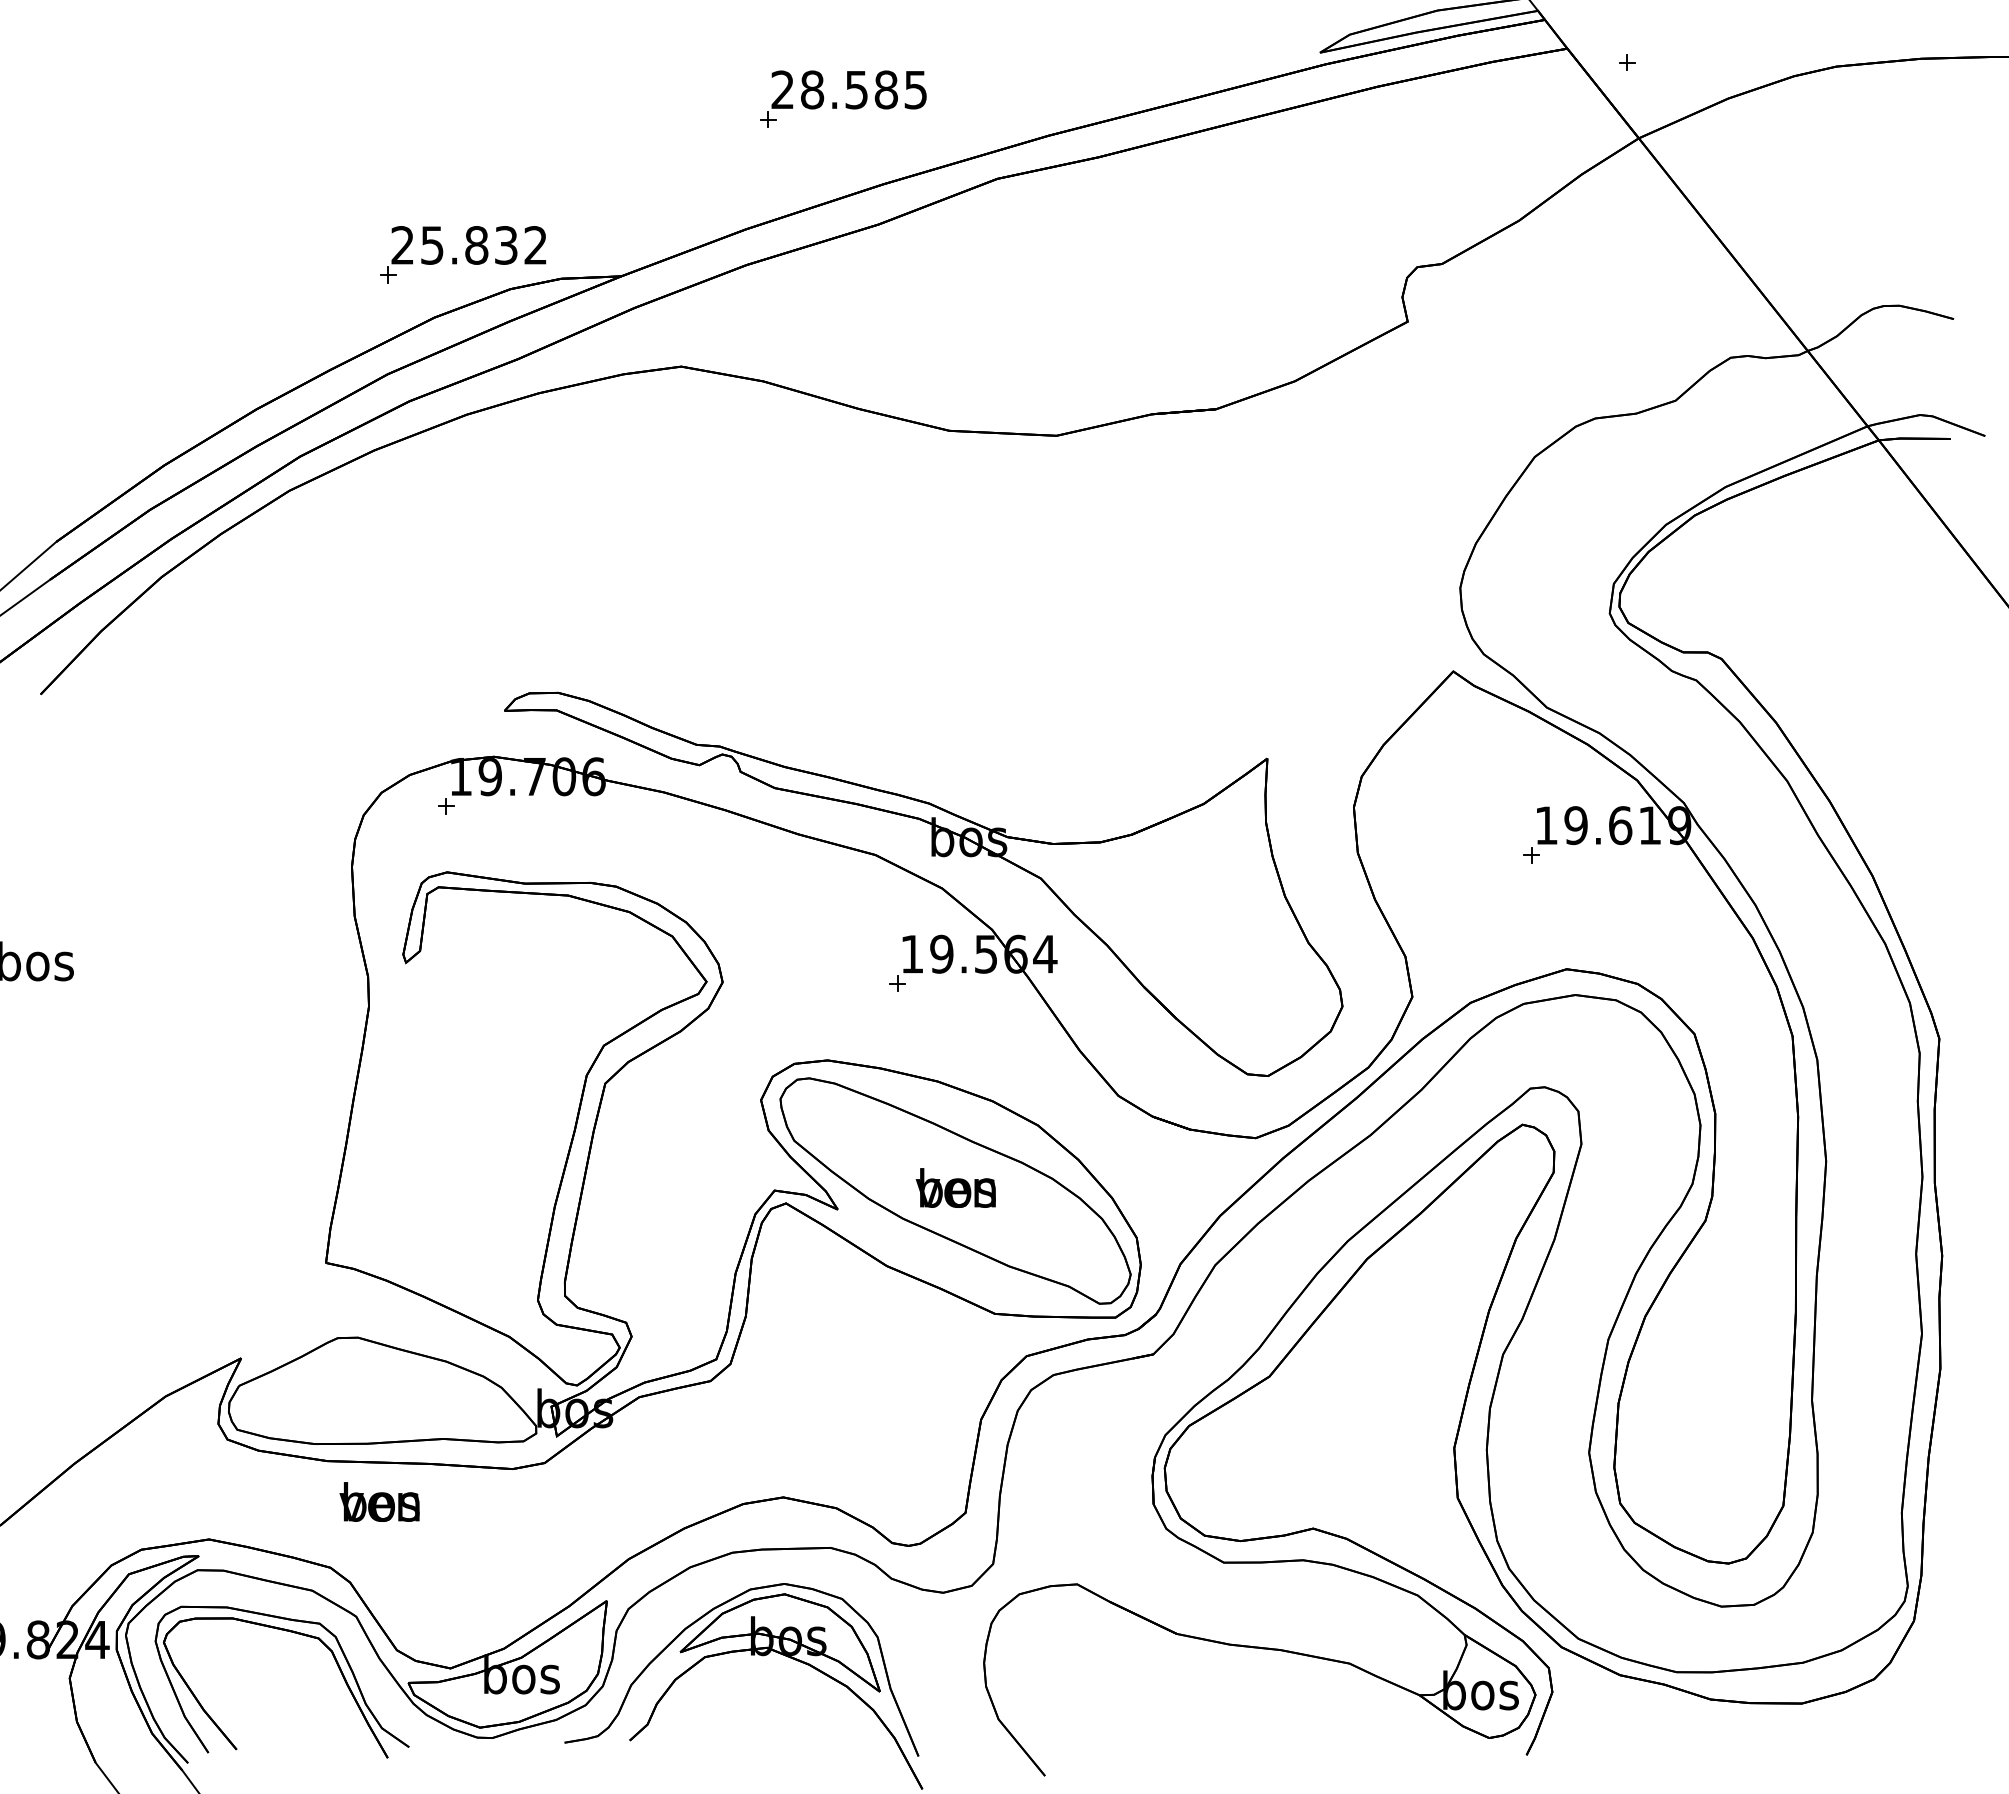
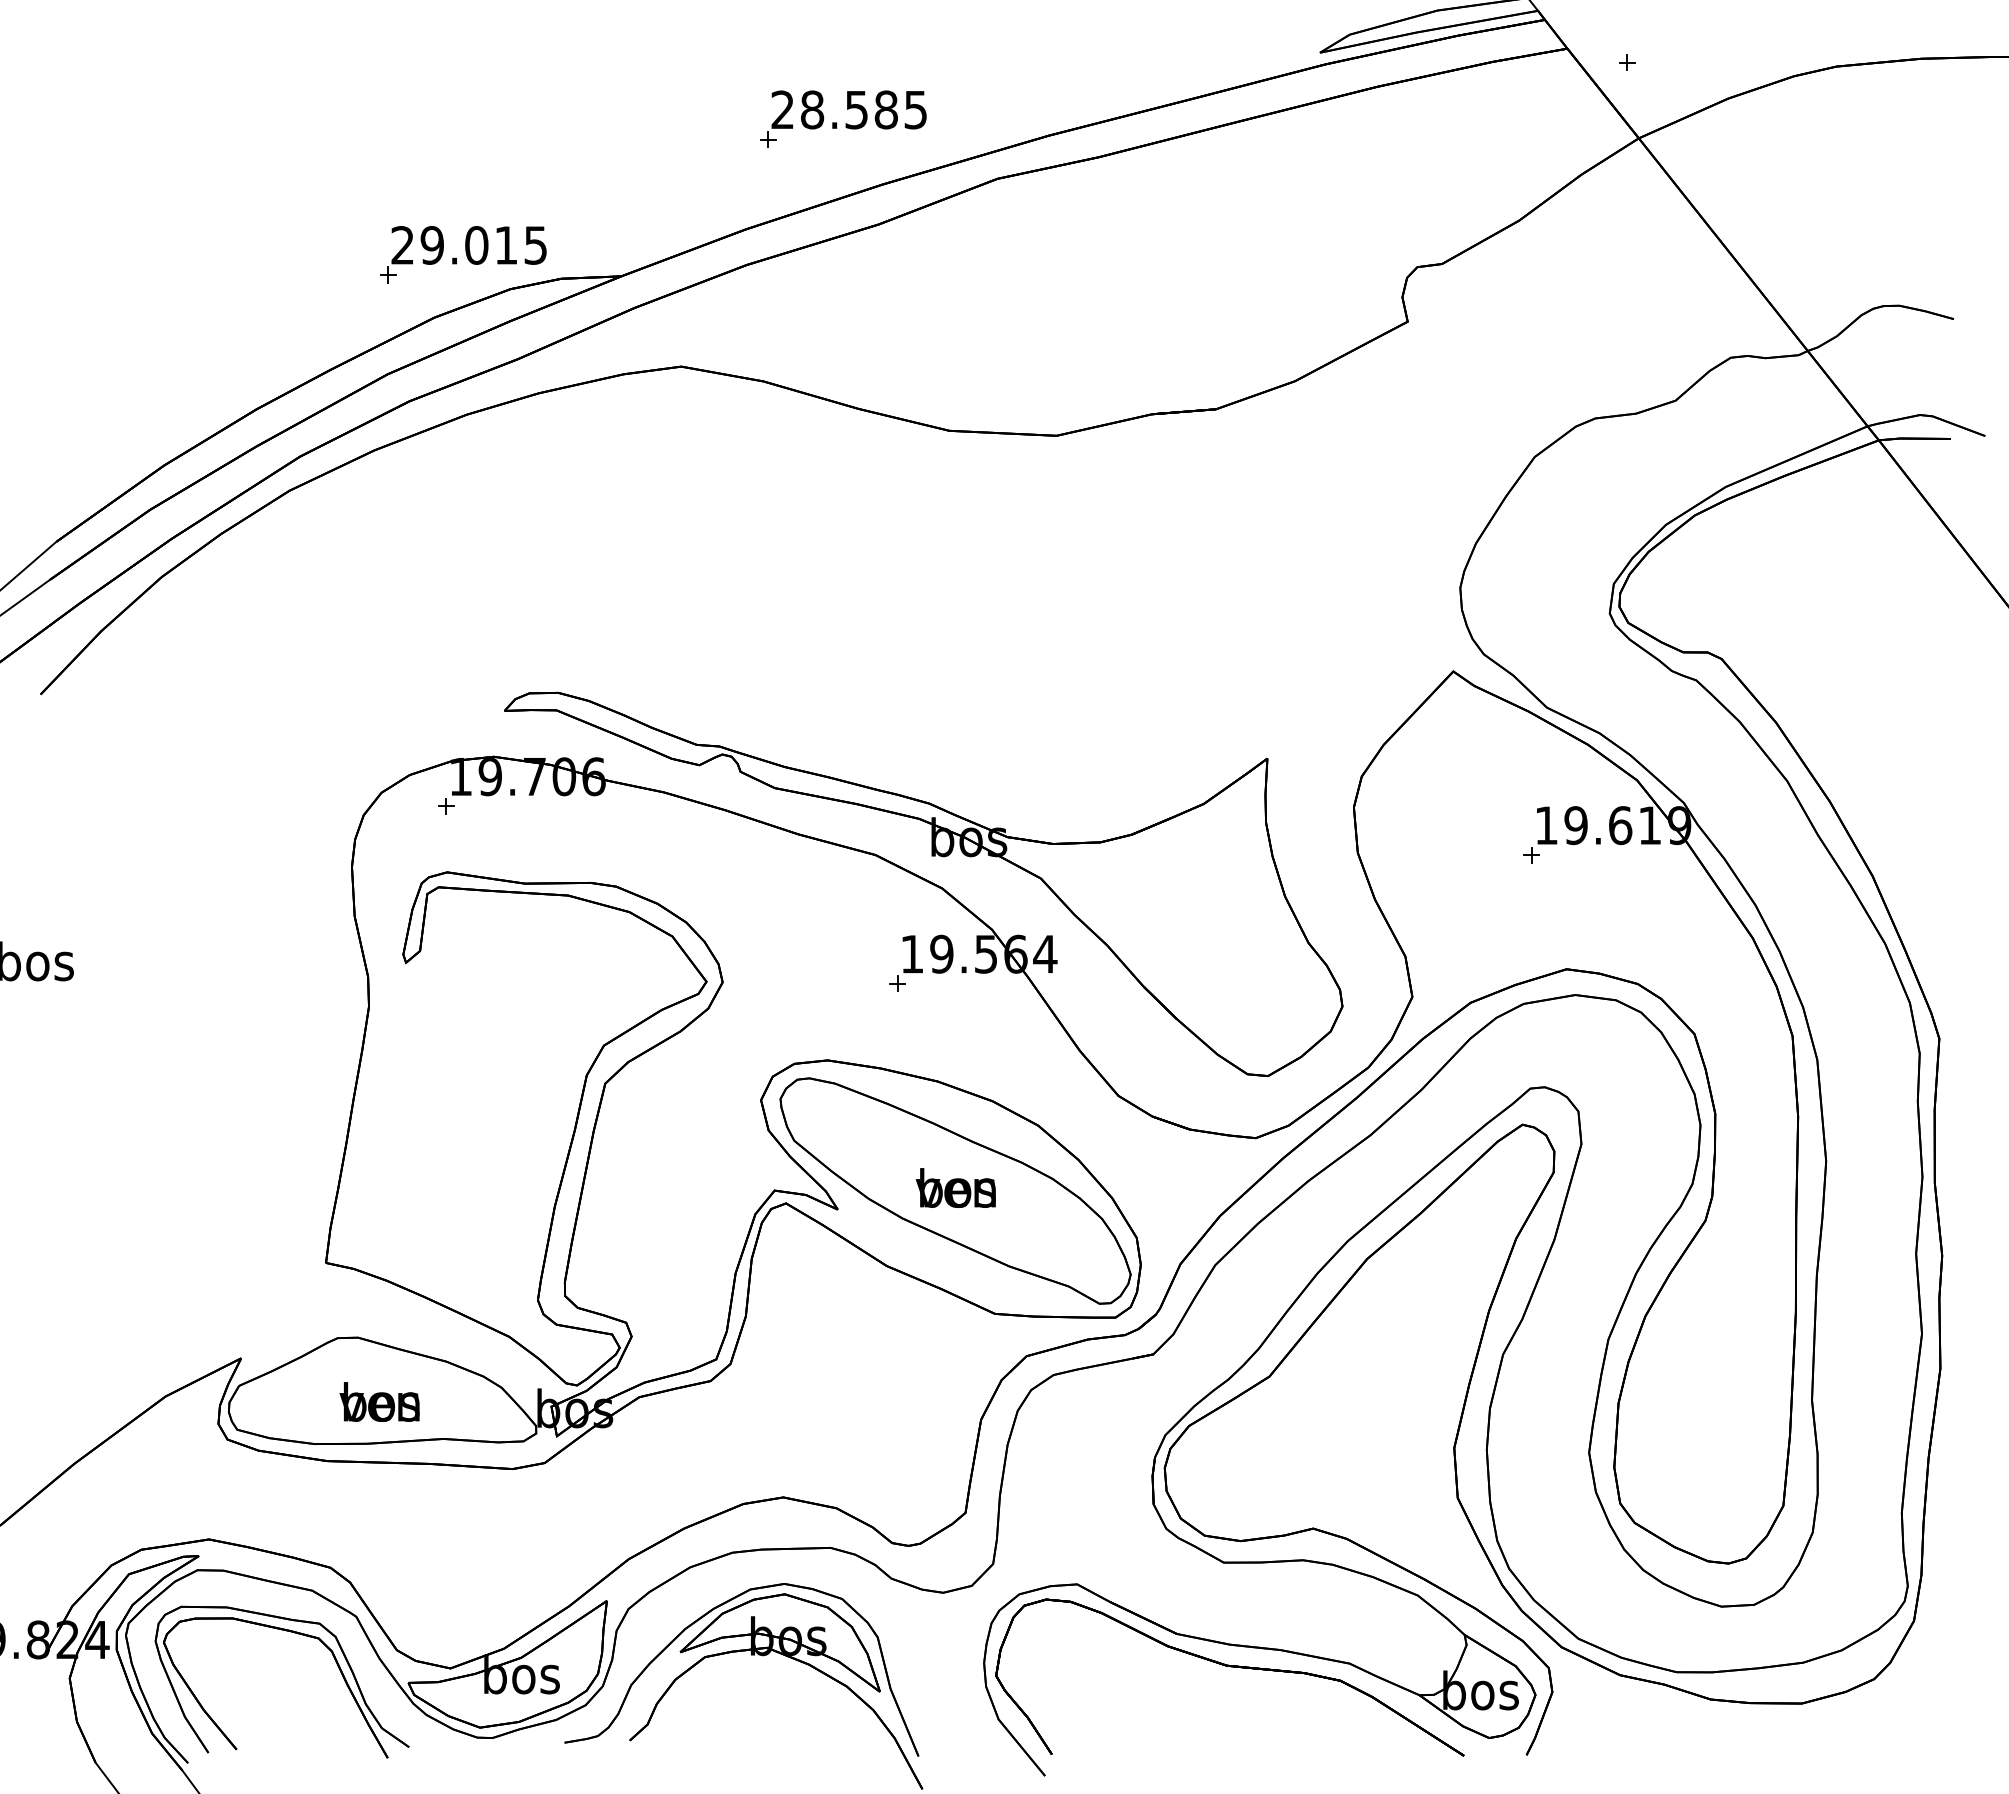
part at (843, 98) position: (843, 98) -> (843, 118)
text at (483, 245): 25.832 -> 29.015
text at (379, 1501) position: (379, 1501) -> (379, 1401)
part at (1230, 1667): none -> present
